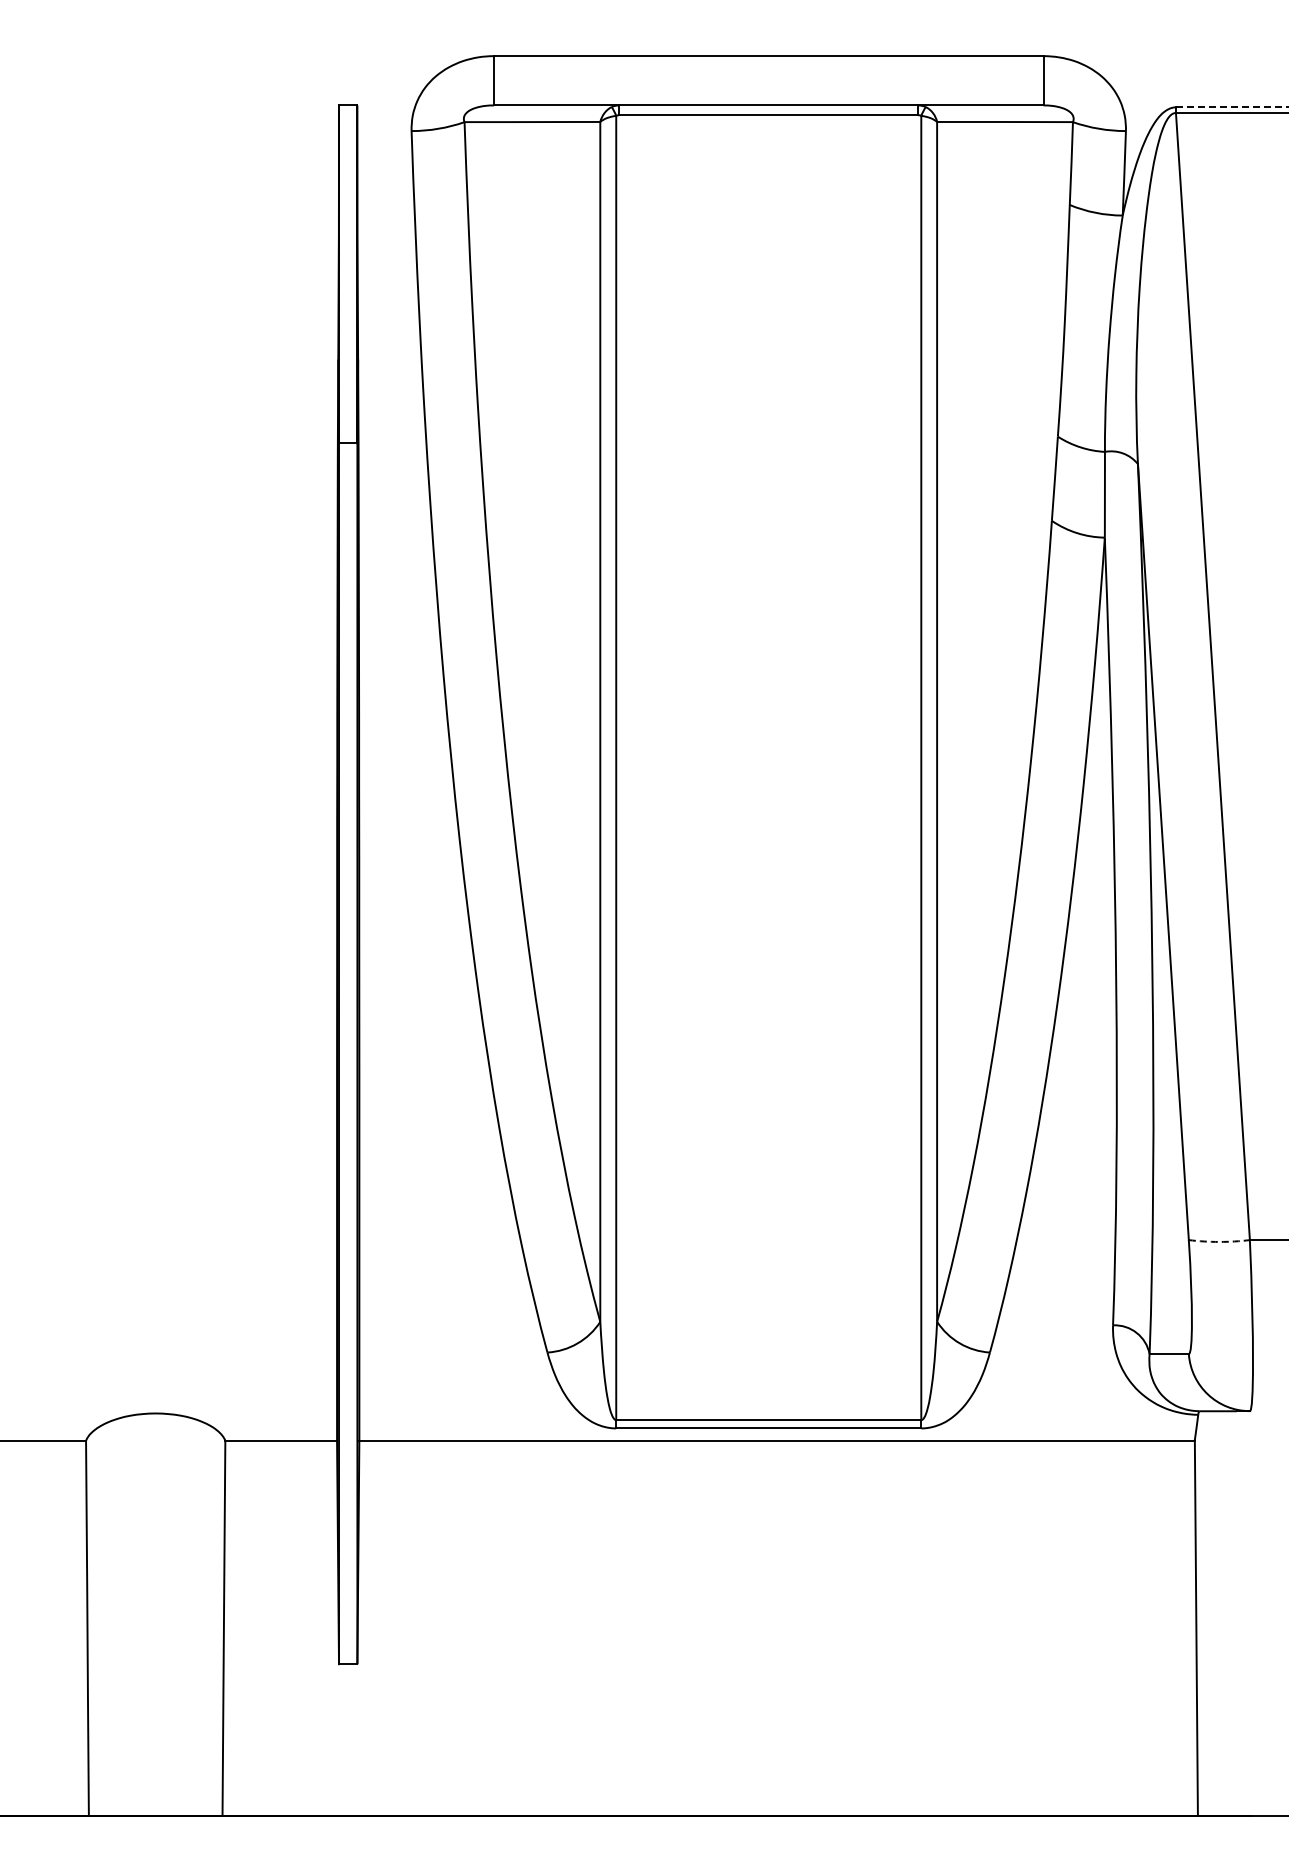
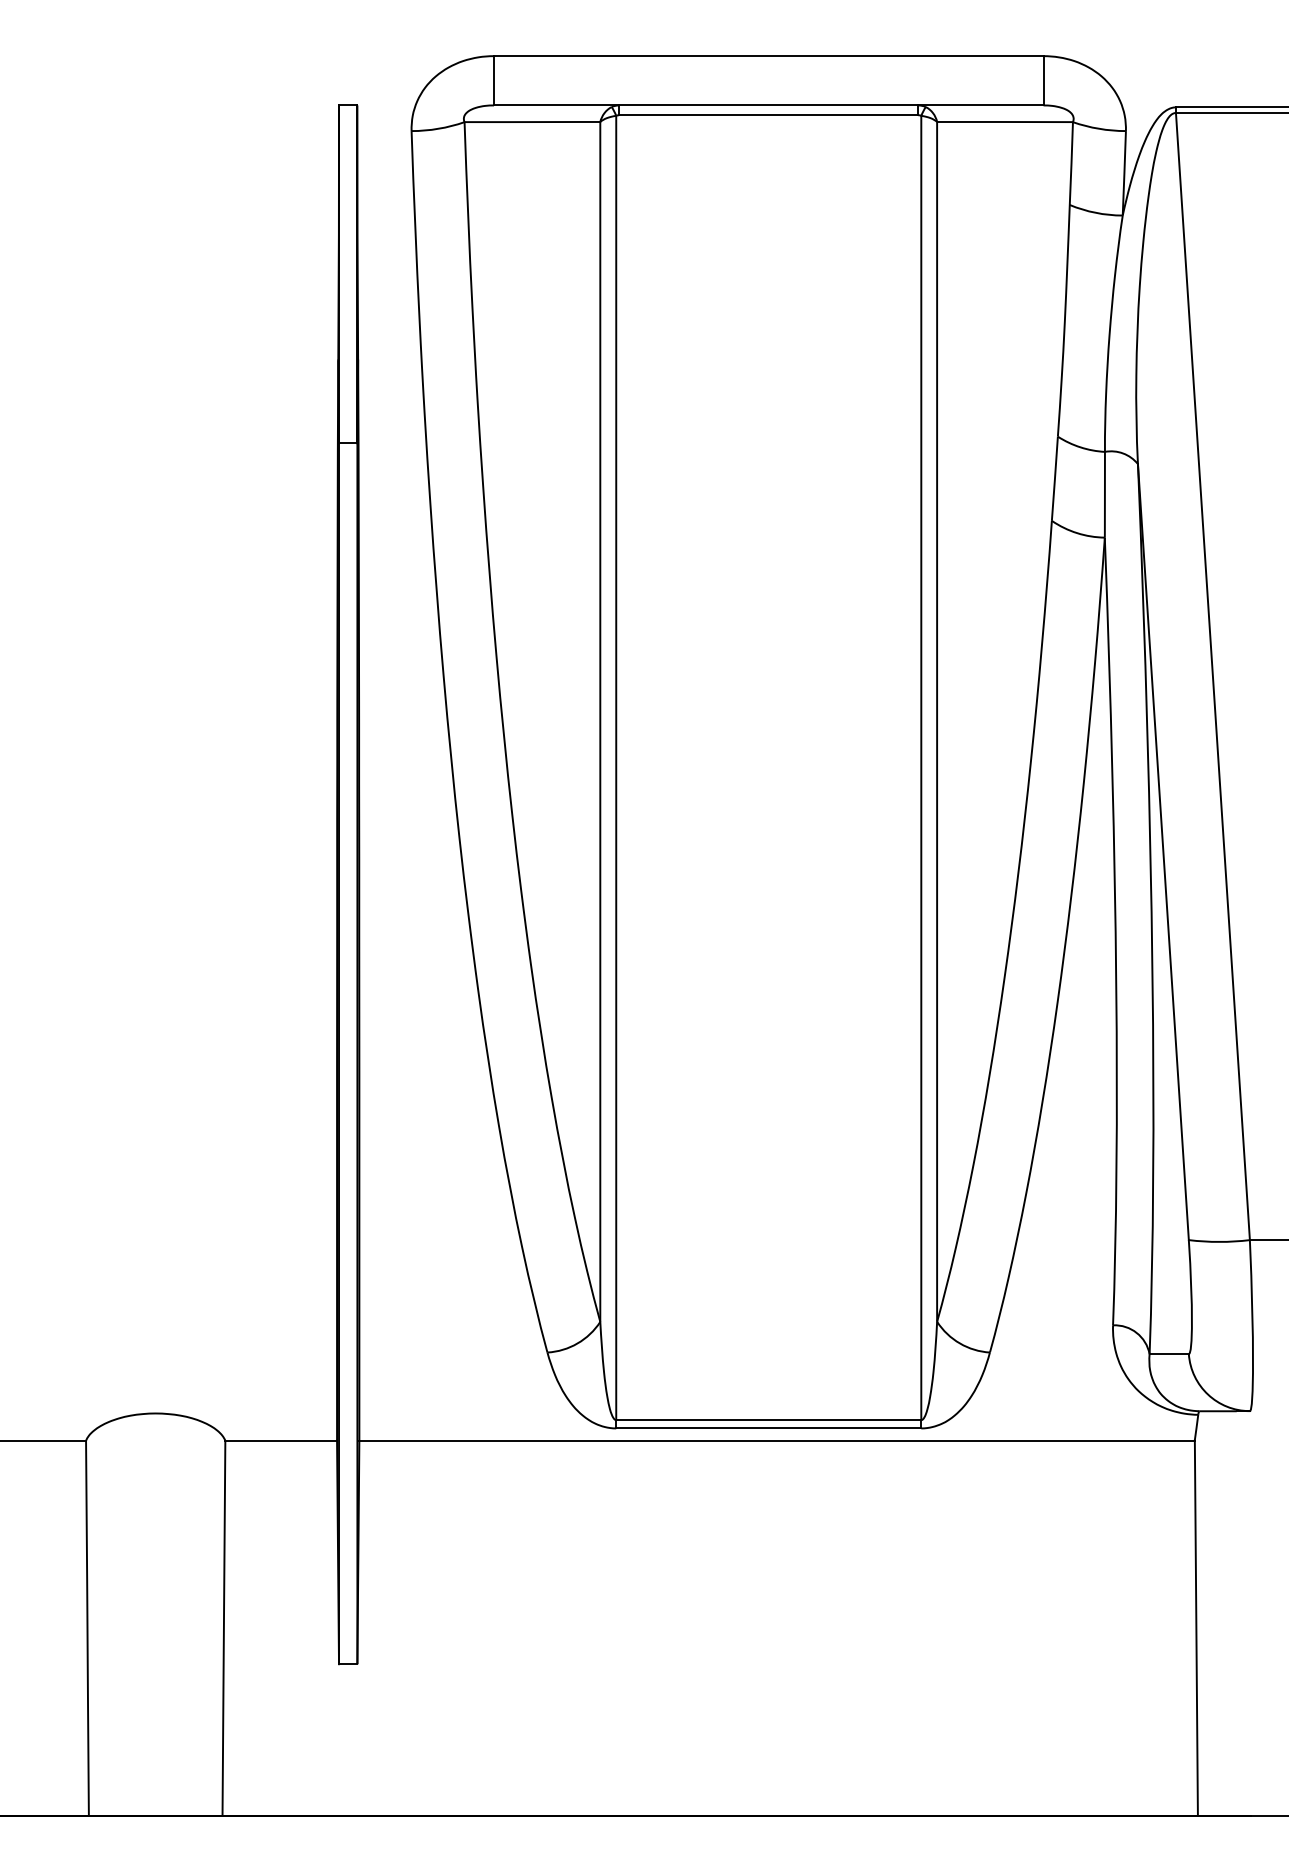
line at (1232, 107): dashed -> solid
arc at (1219, 1241): dashed -> solid
